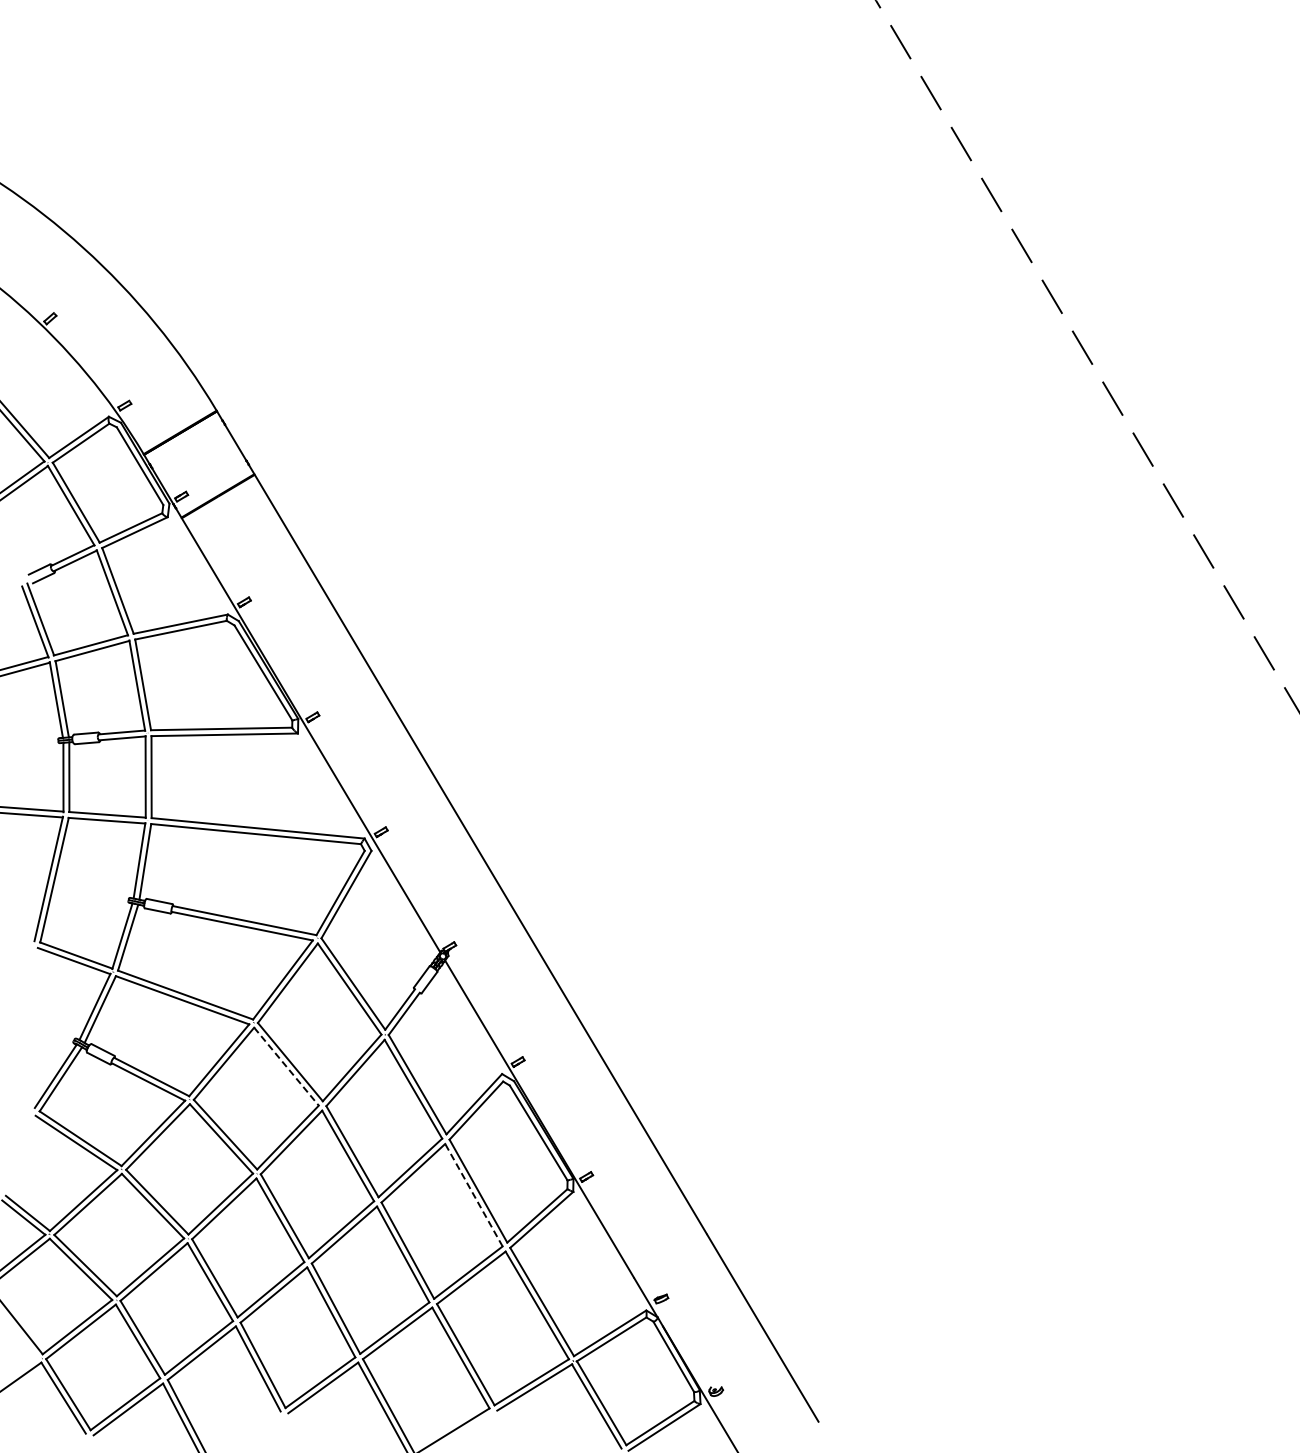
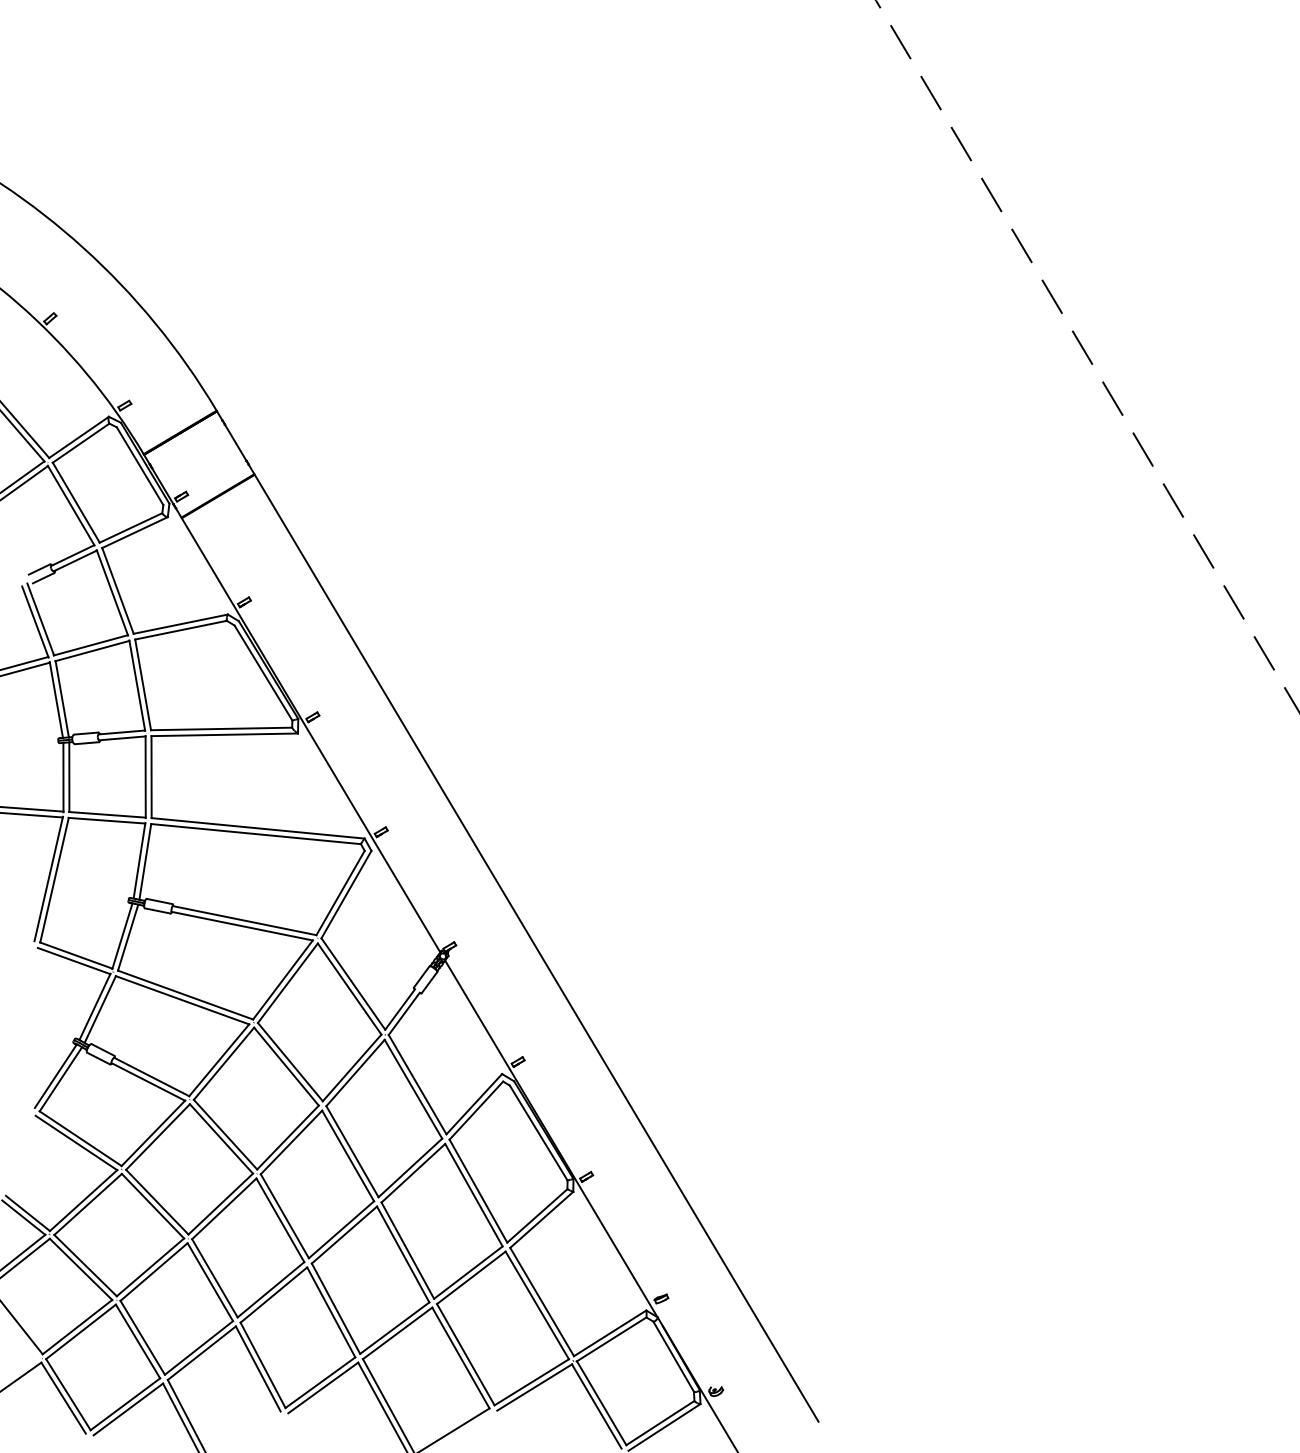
line at (286, 1066): dashed -> solid
line at (473, 1195): dashed -> solid
